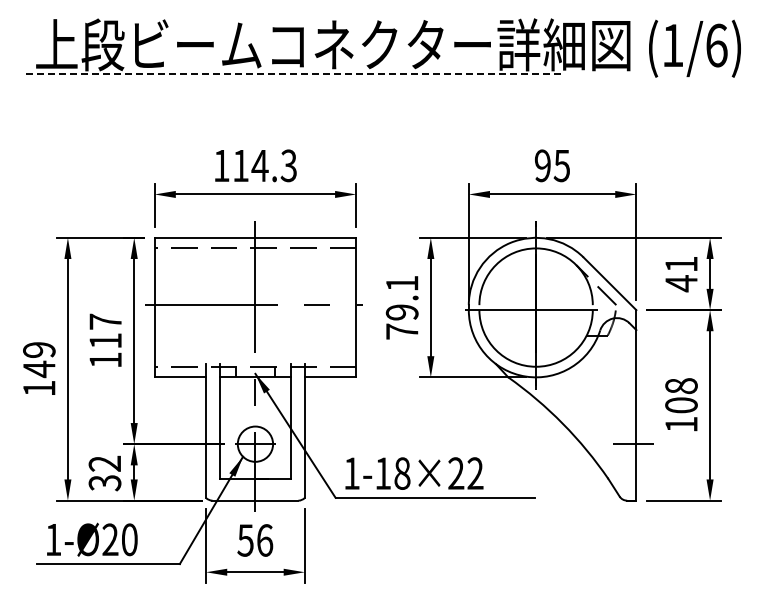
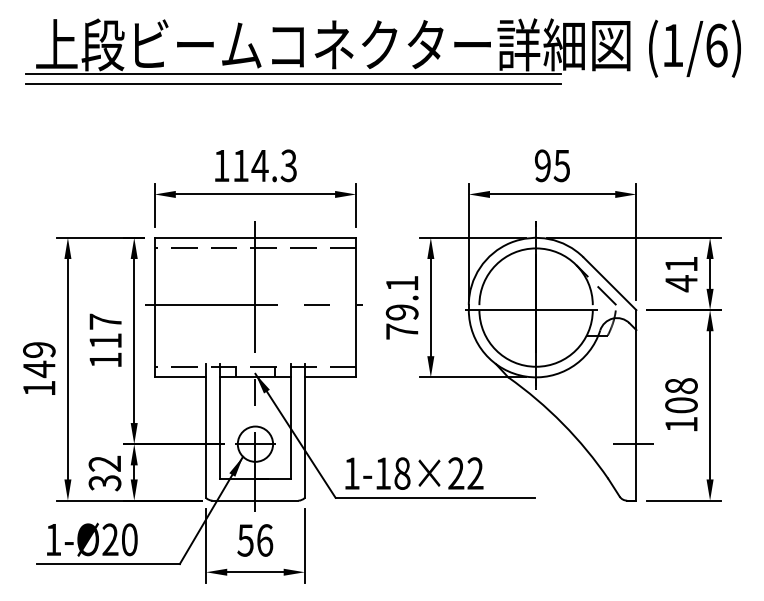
line at (294, 73): dashed -> solid
line at (293, 84): none -> present
